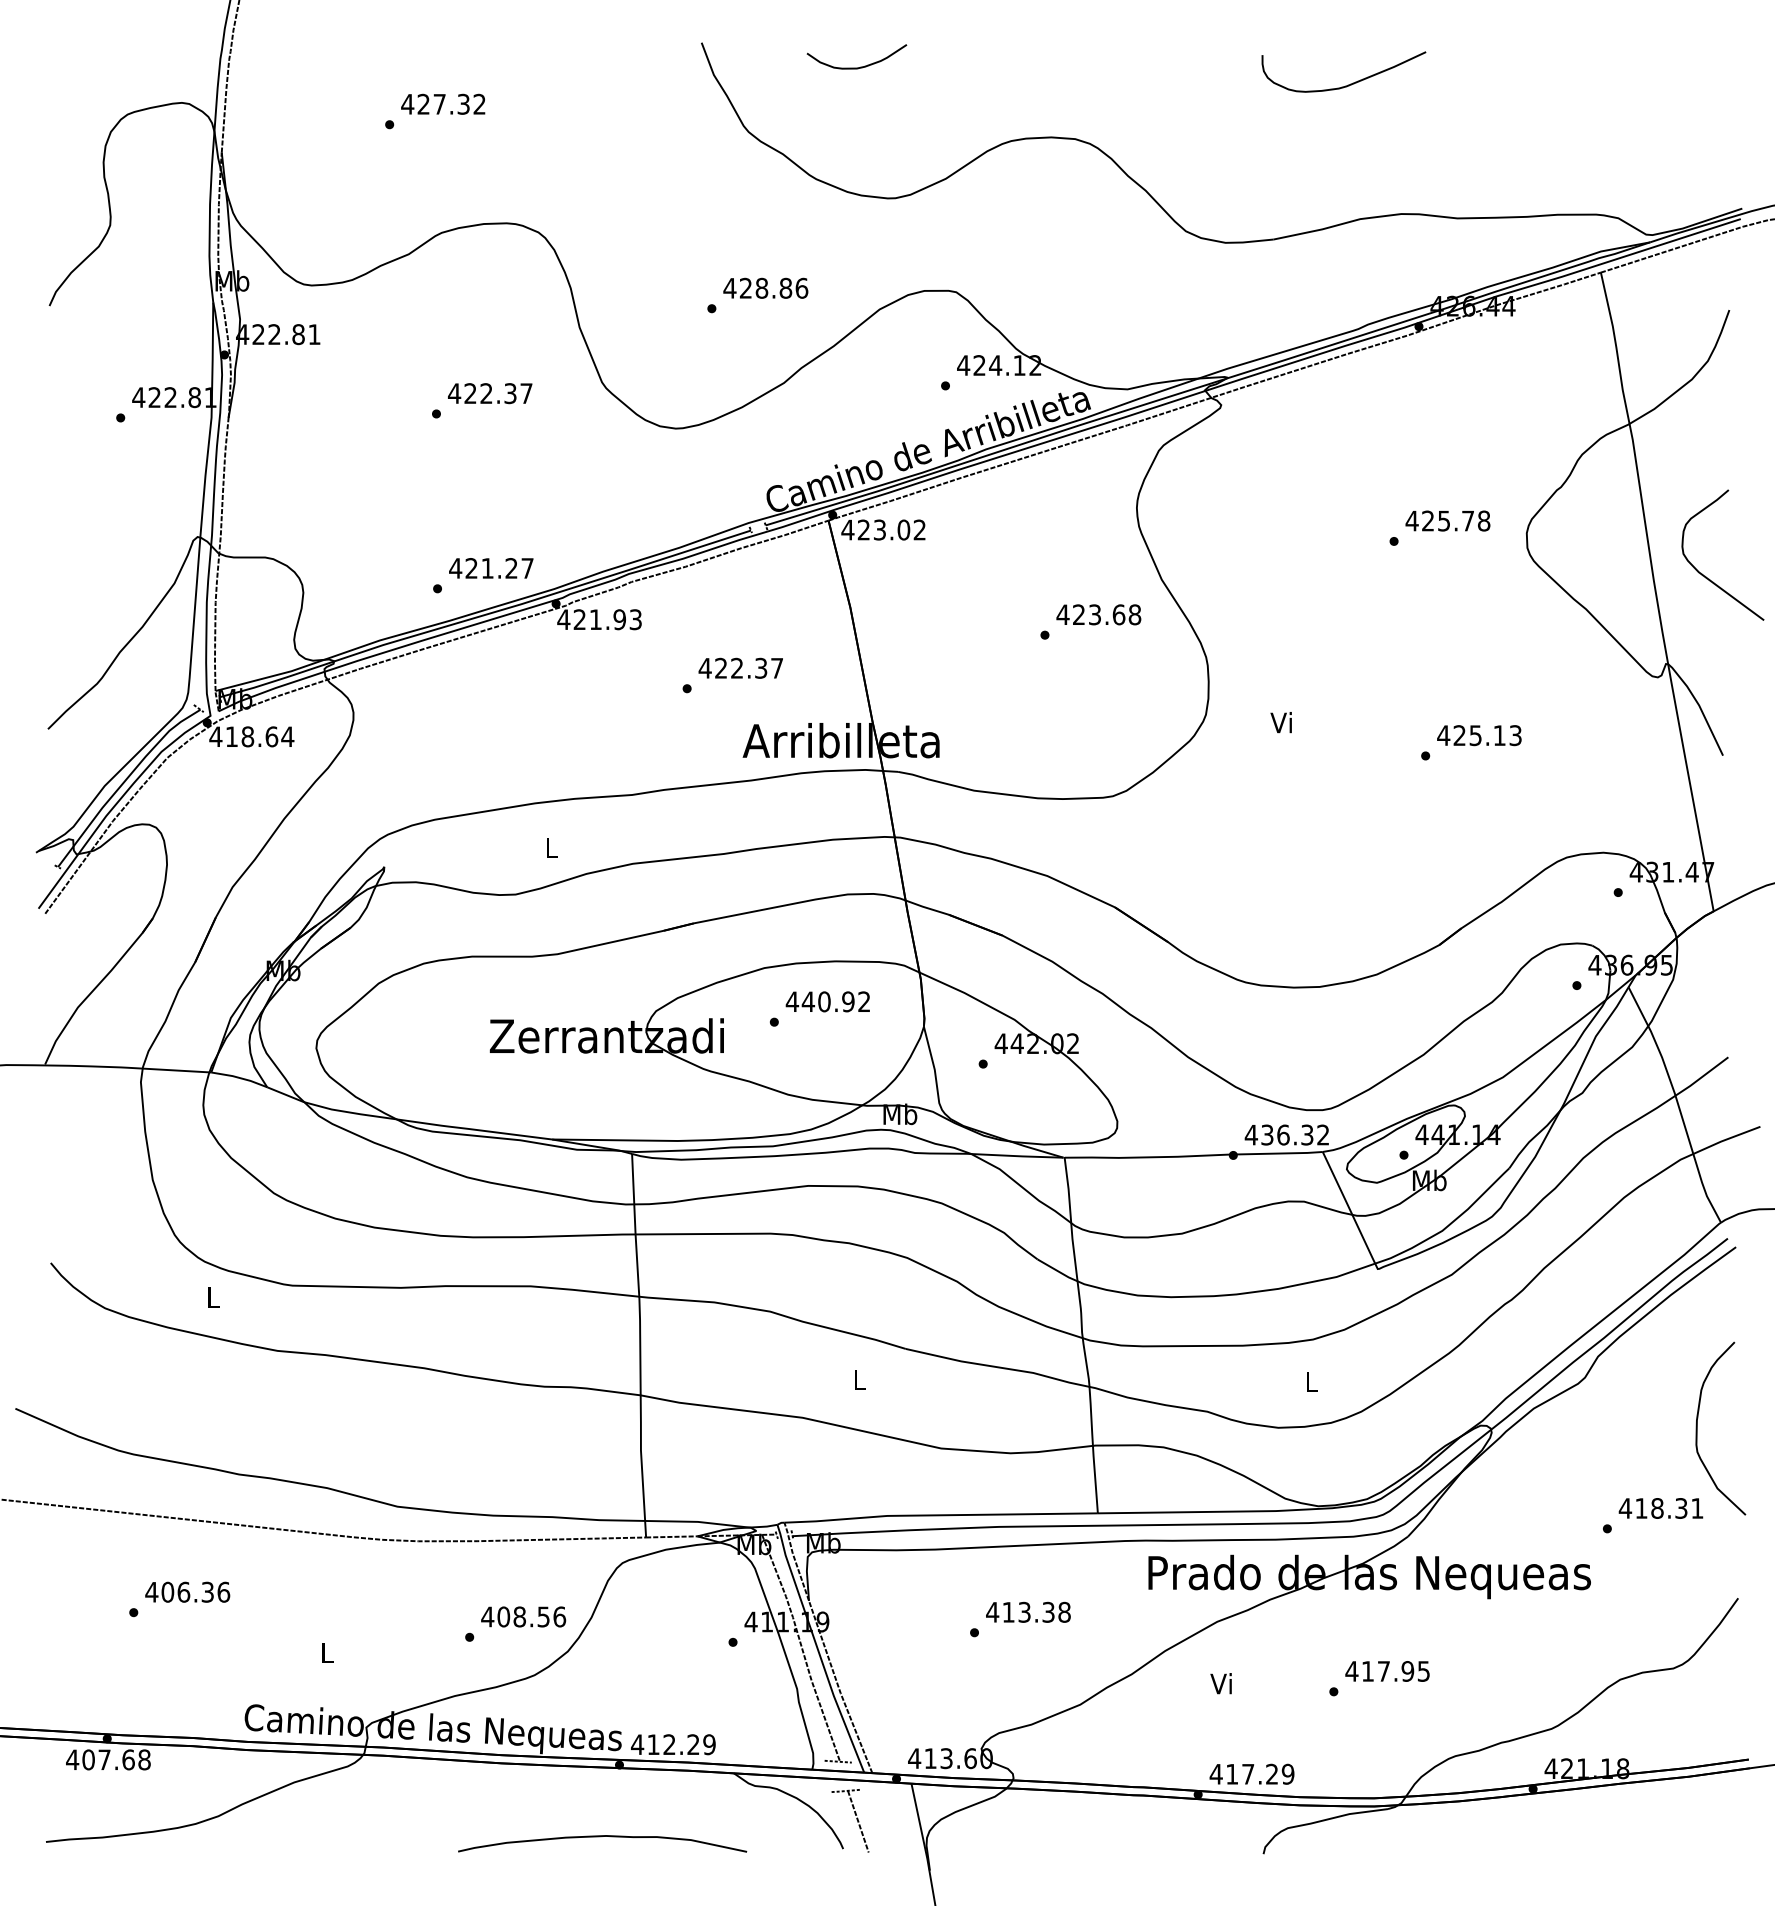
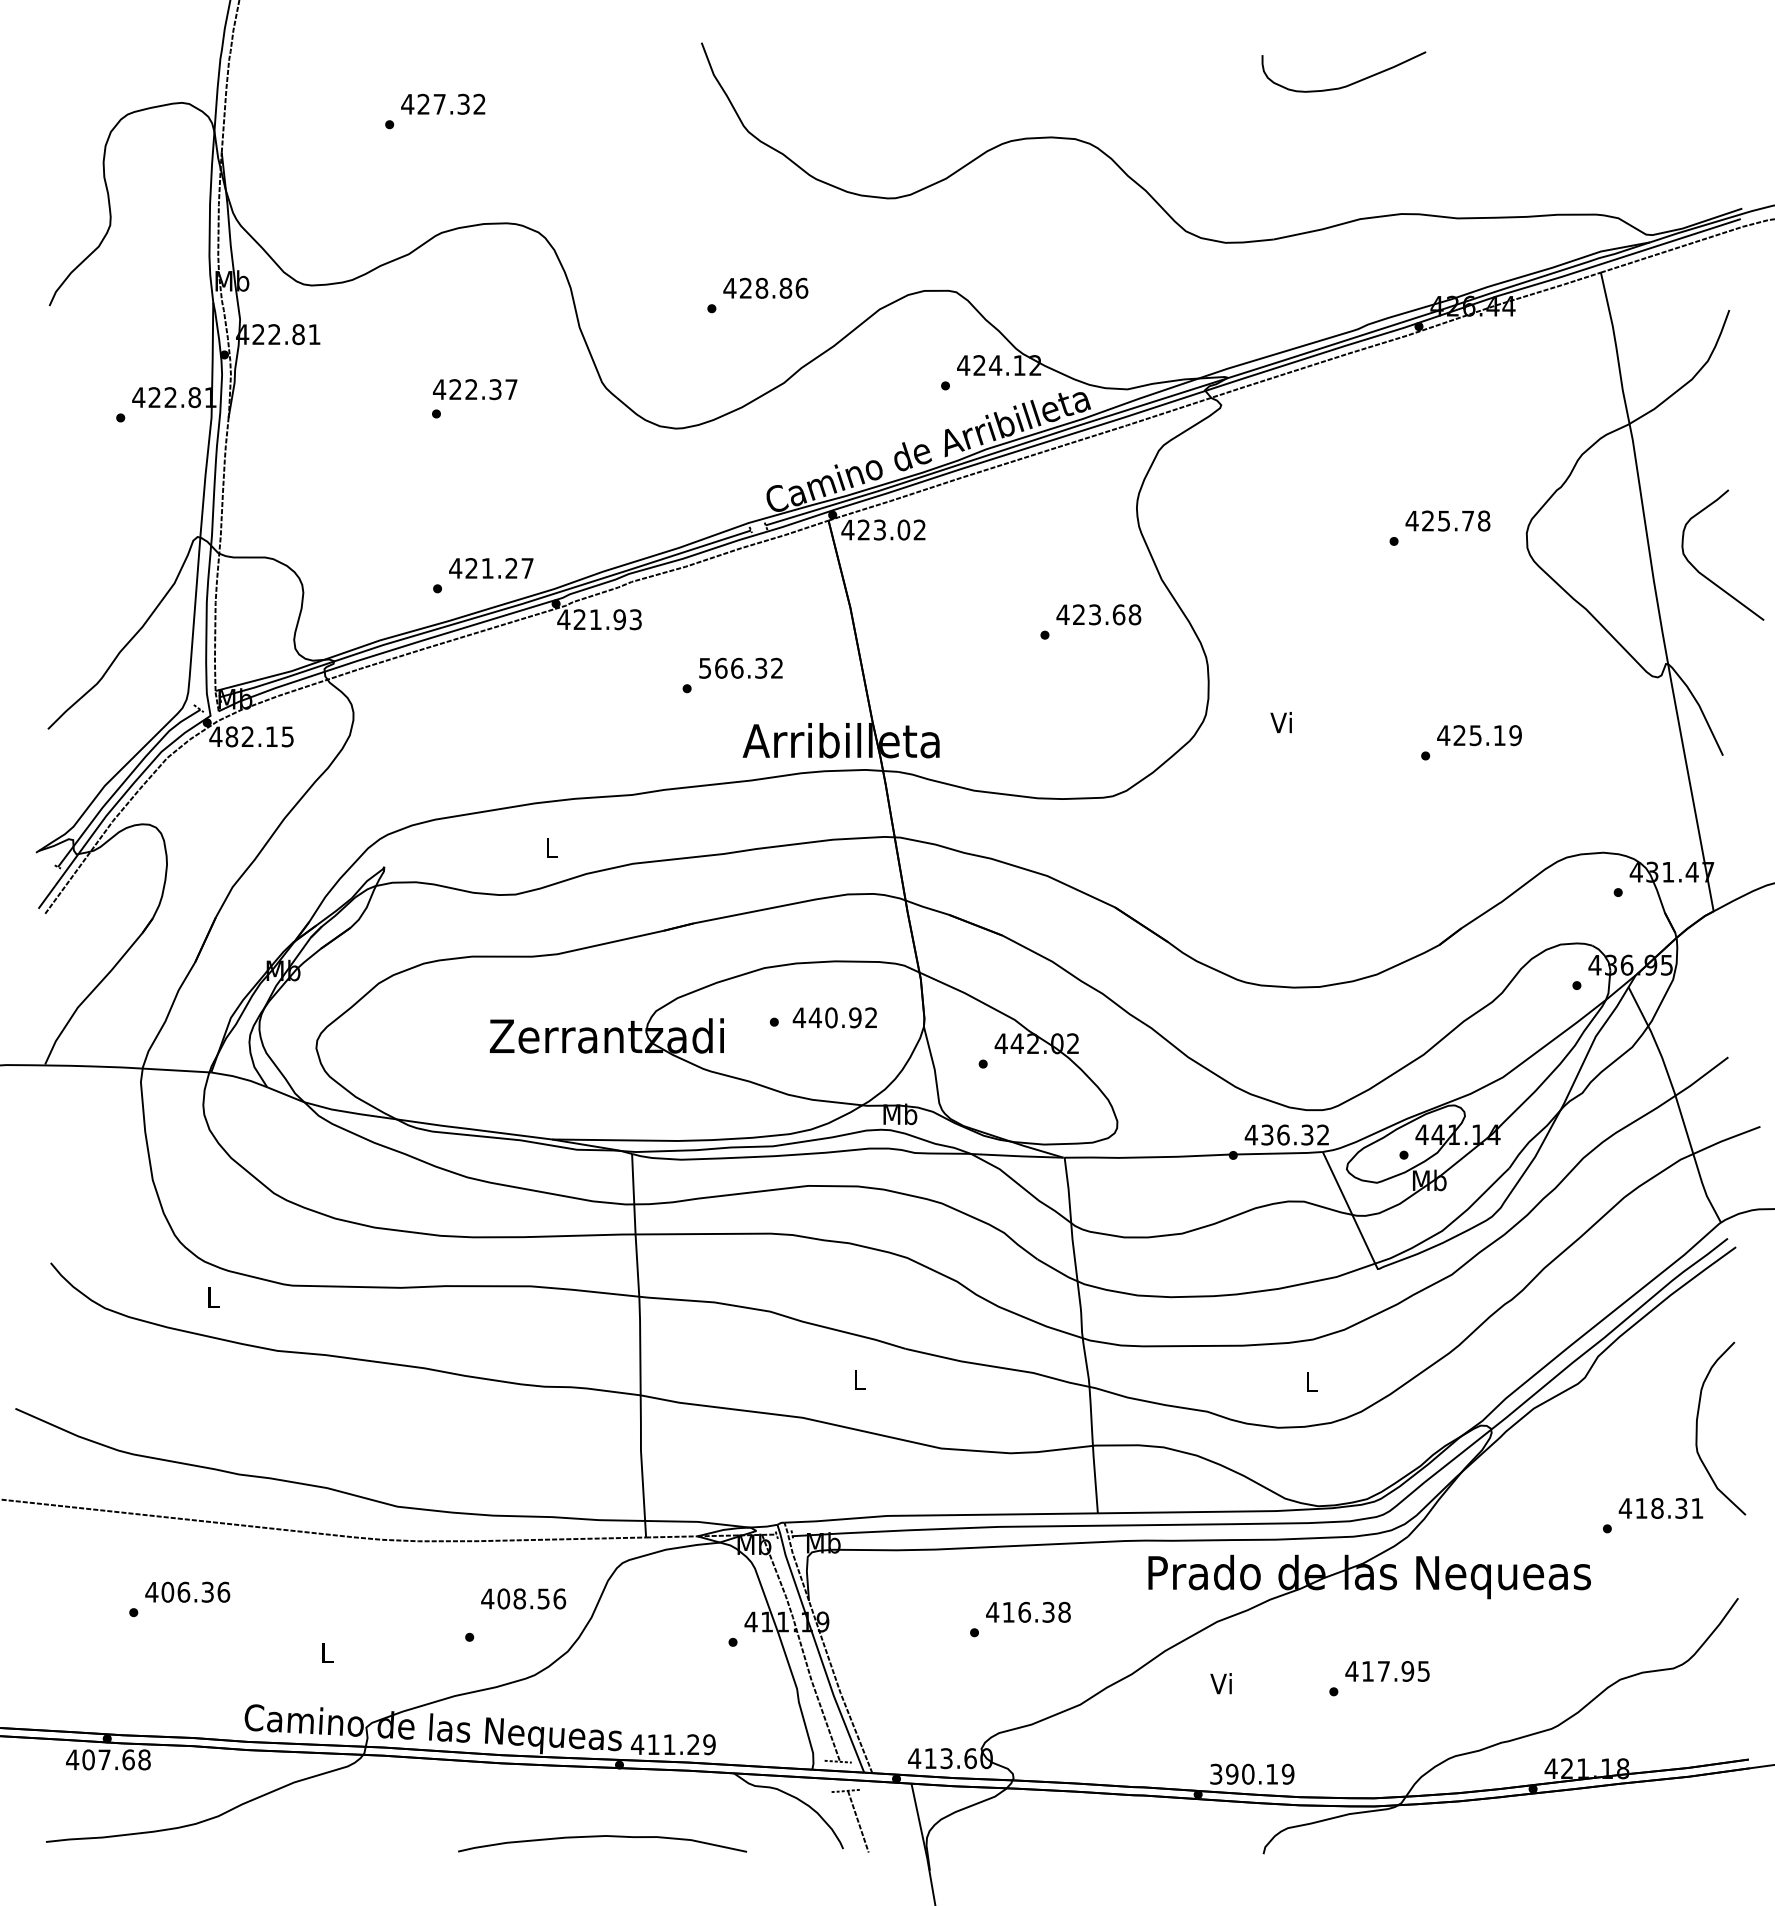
curve at (860, 66): present -> none
text at (490, 393) position: (490, 393) -> (475, 389)
text at (740, 667): 422.37 -> 566.32
text at (1515, 735): 425.13 -> 425.19
text at (259, 736): 418.64 -> 482.15
text at (827, 1001) position: (827, 1001) -> (834, 1017)
text at (1024, 1611): 413.38 -> 416.38
text at (523, 1616) position: (523, 1616) -> (523, 1598)
text at (669, 1744): 412.29 -> 411.29
text at (1243, 1773): 417.29 -> 390.19
